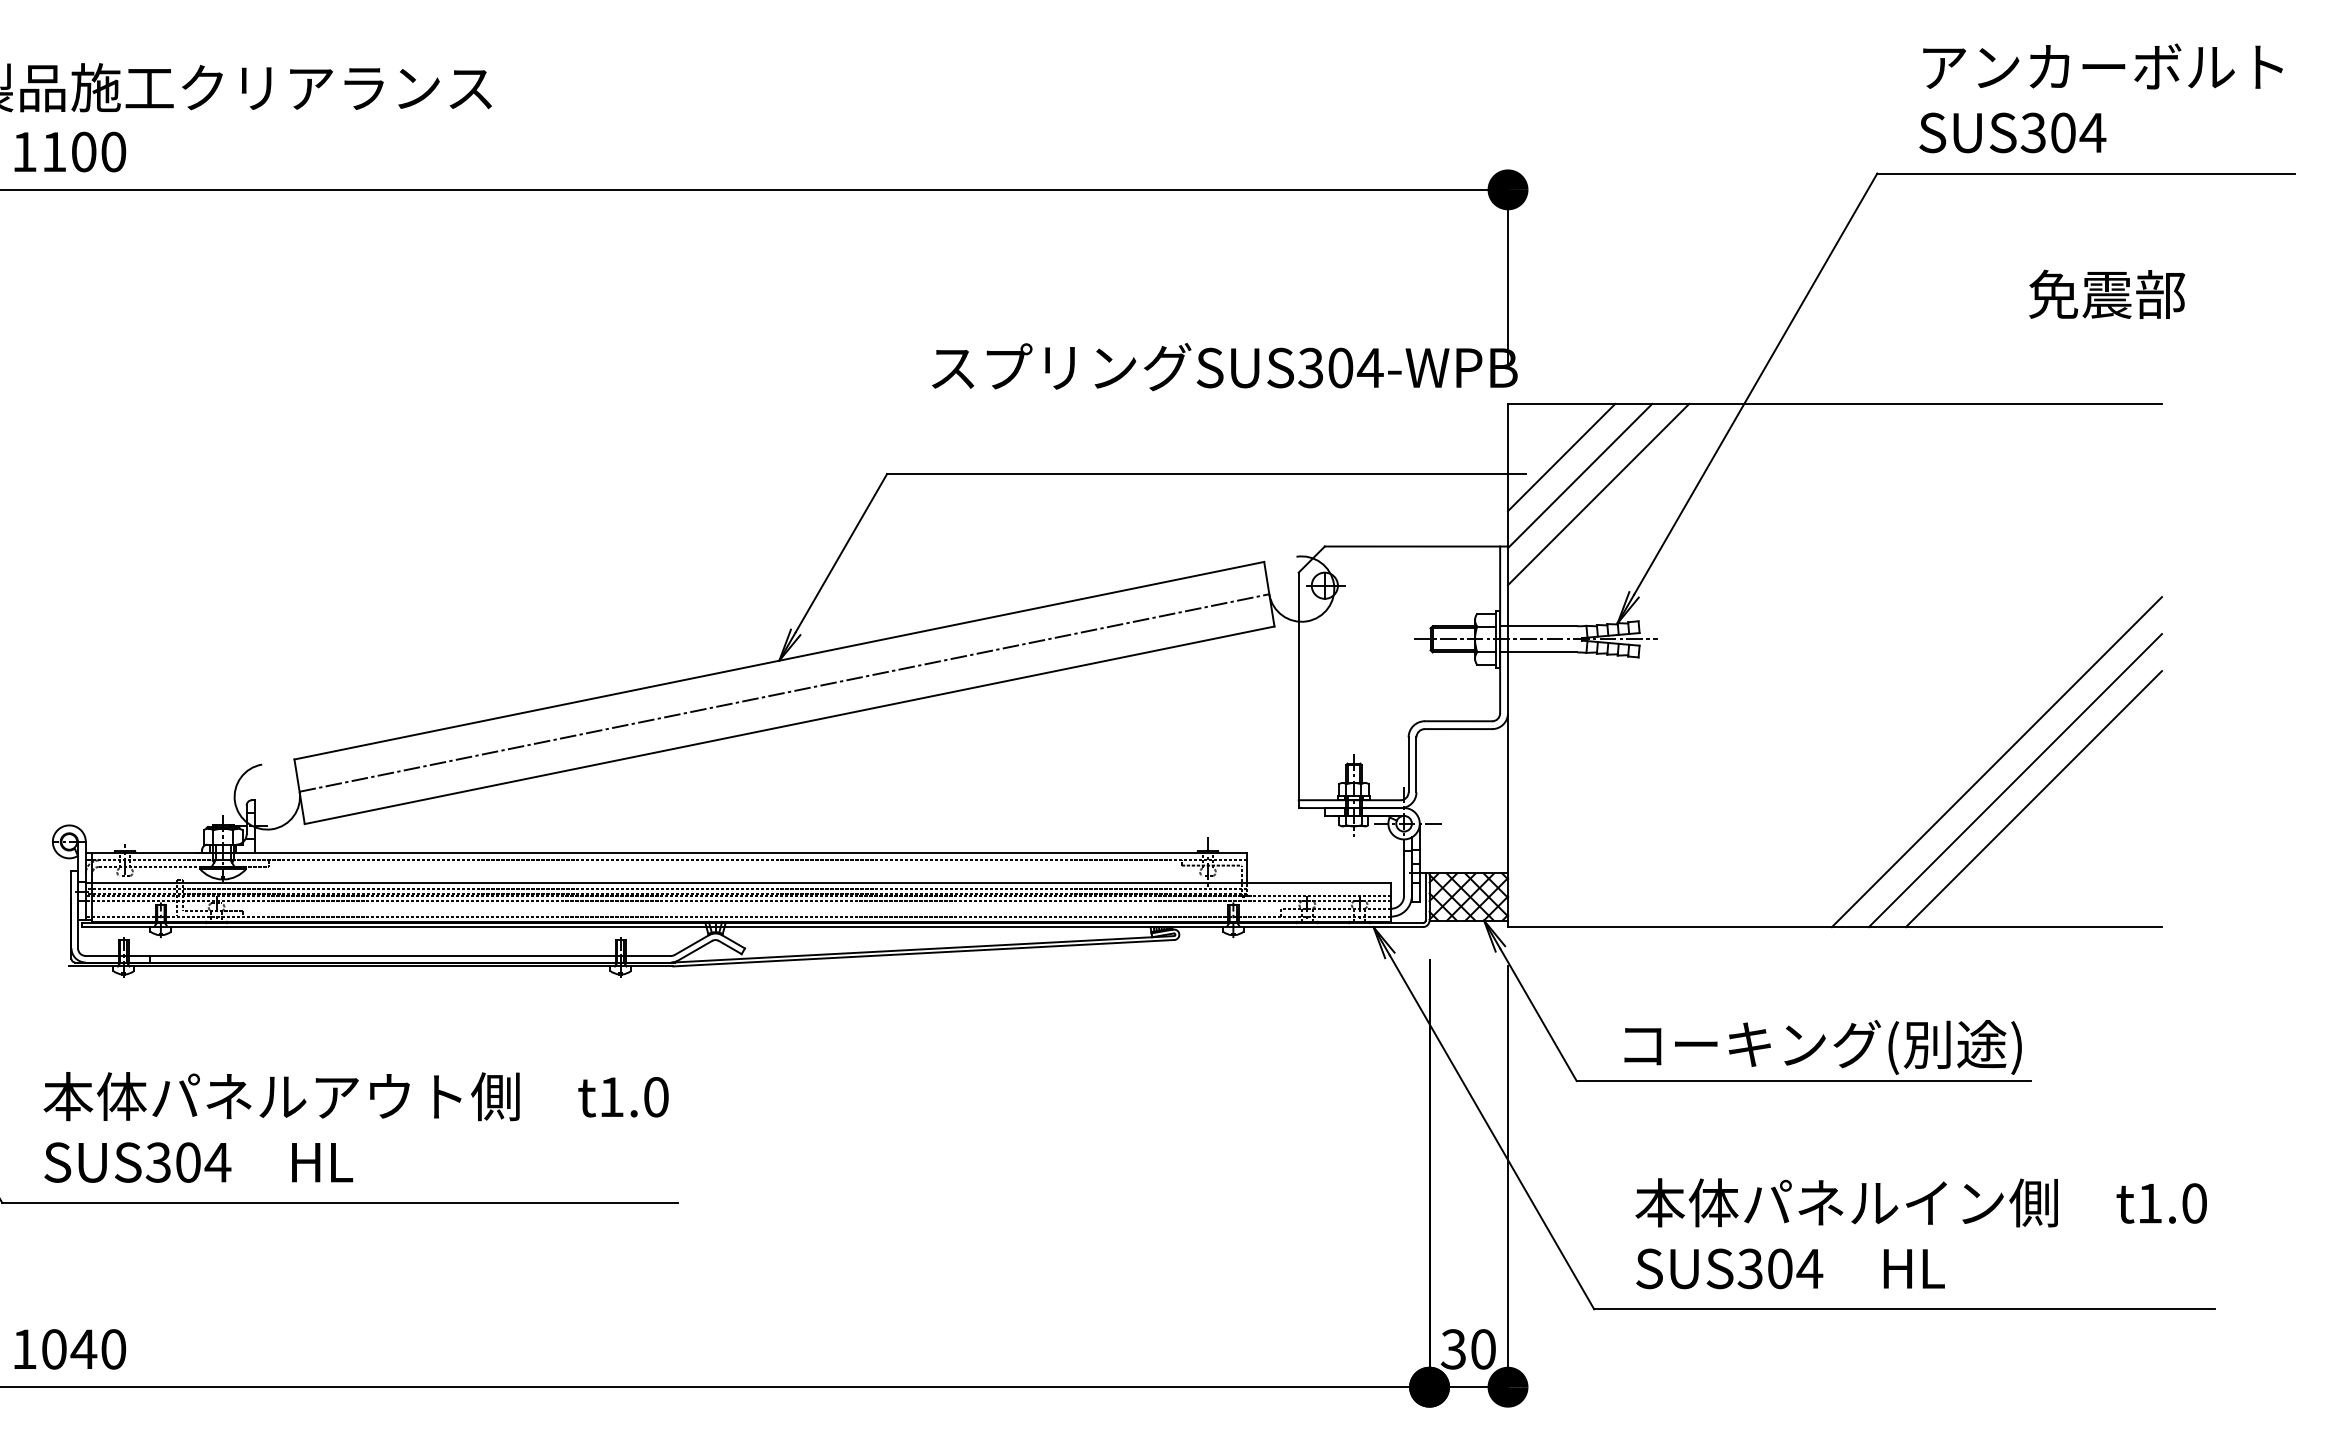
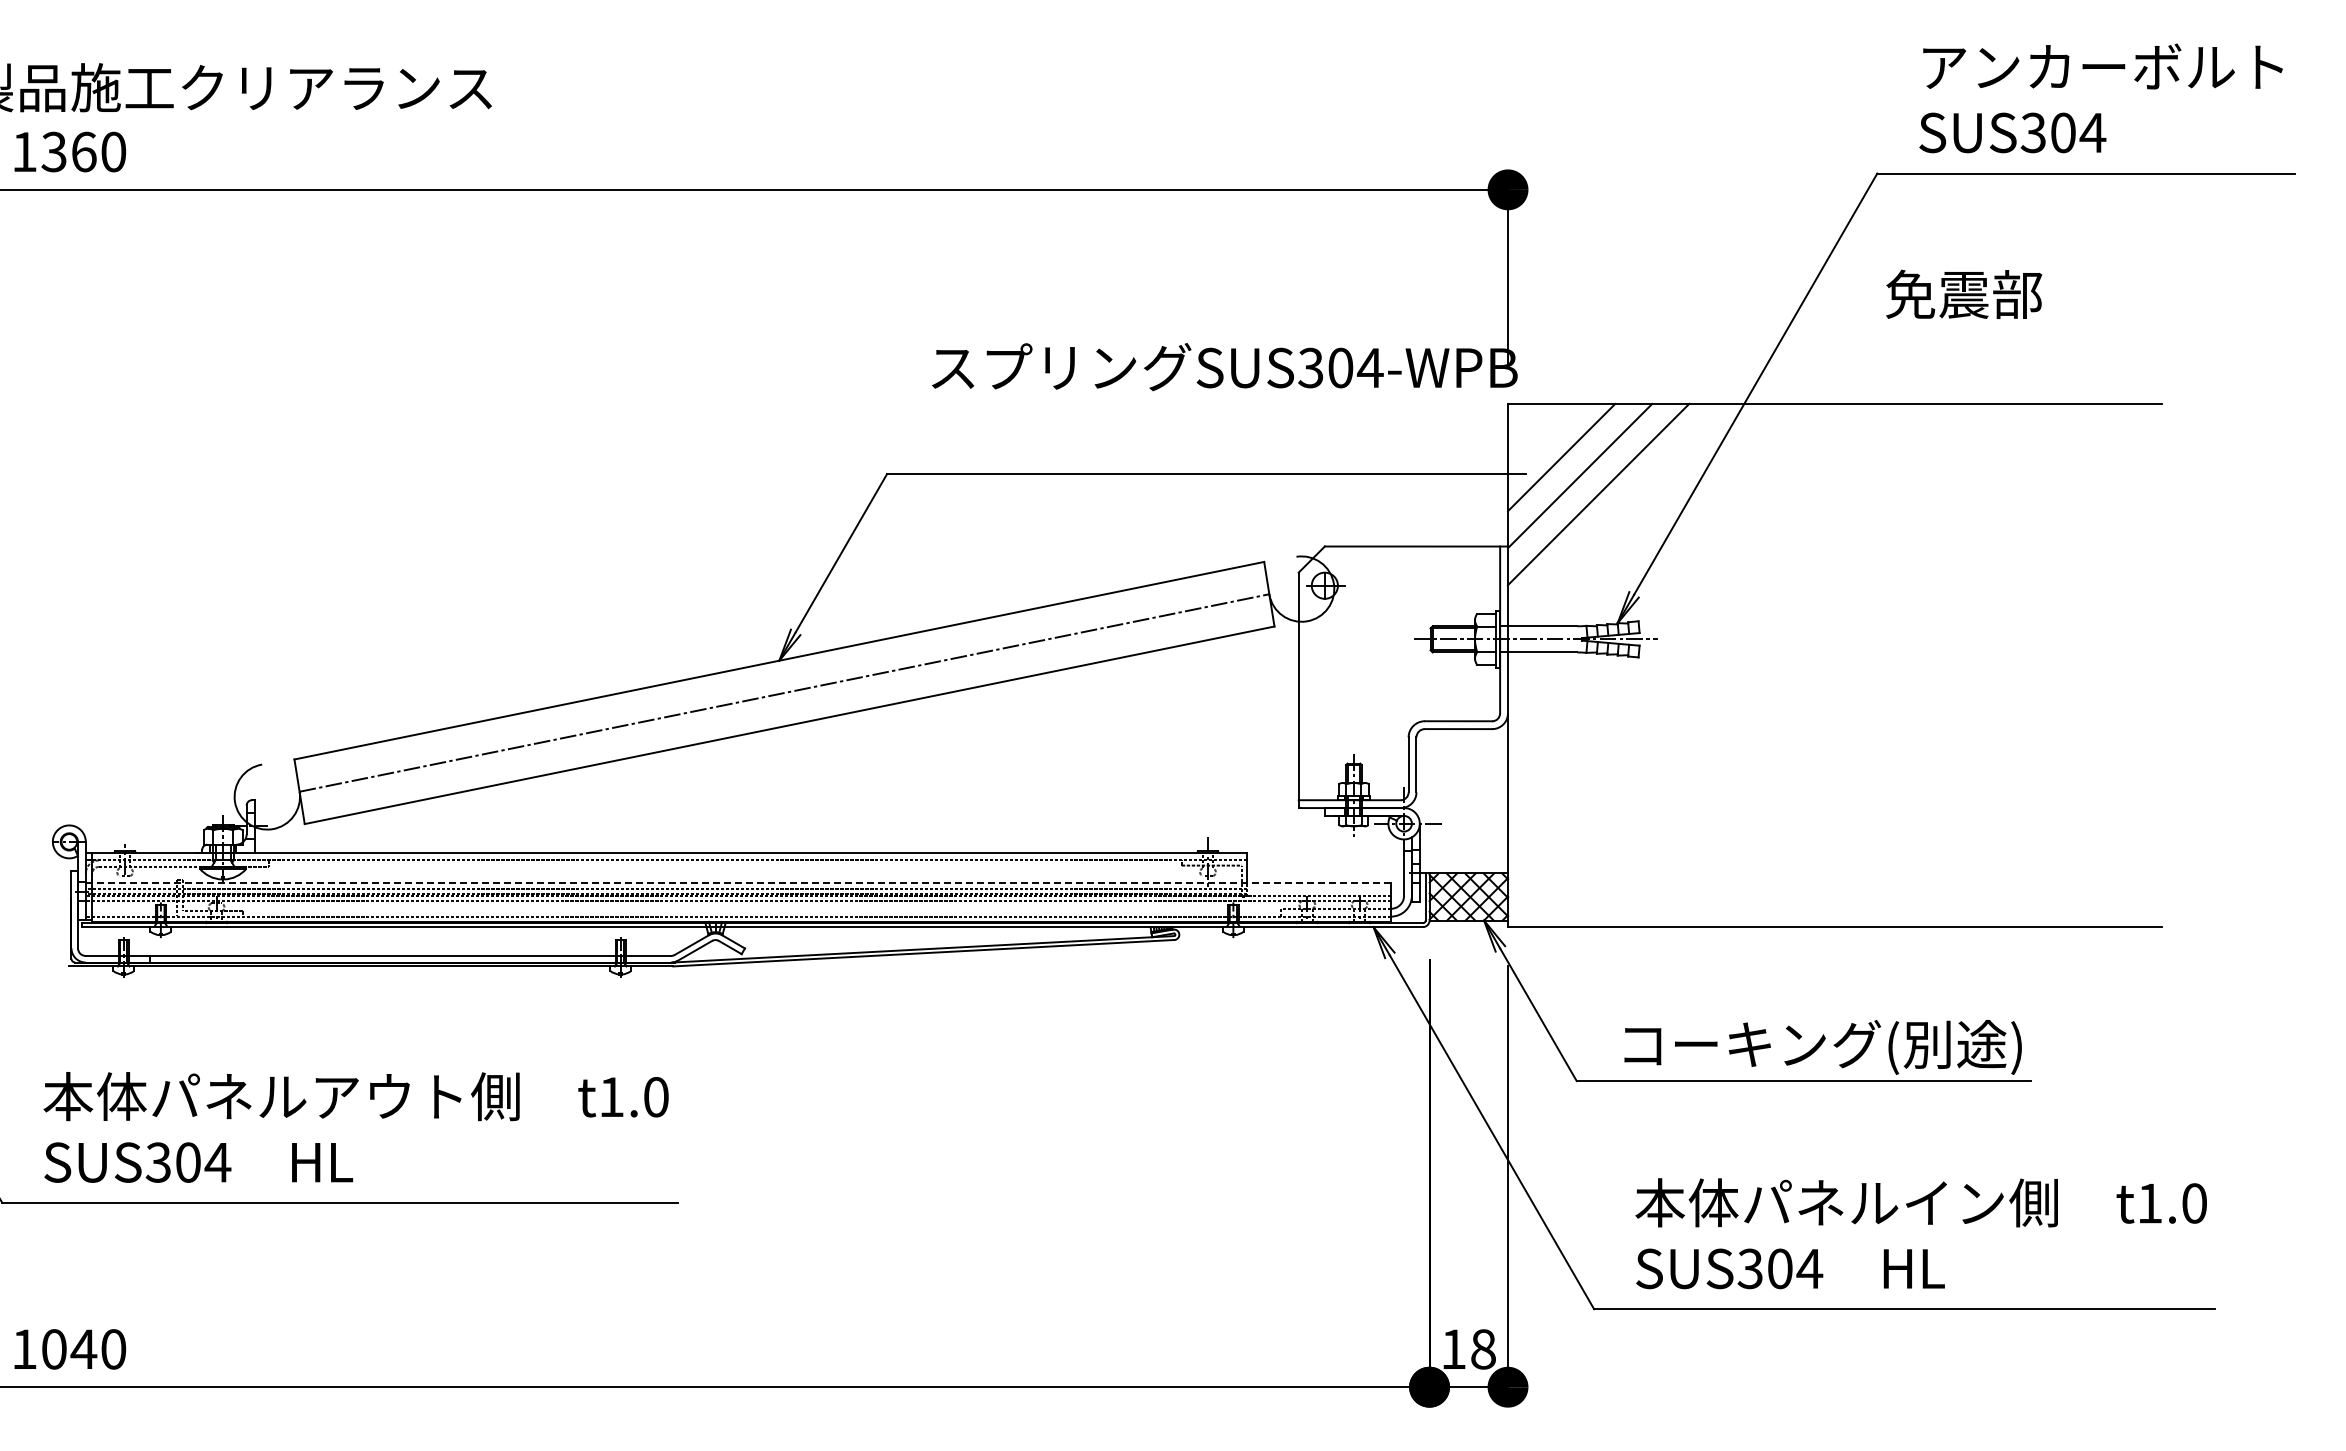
text at (68, 151): 1100 -> 1360
text at (2107, 293) position: (2107, 293) -> (1964, 293)
line at (1996, 762): present -> none
line at (2014, 780): present -> none
line at (2033, 799): present -> none
line at (738, 882): solid -> dashed
text at (1467, 1349): 30 -> 18
